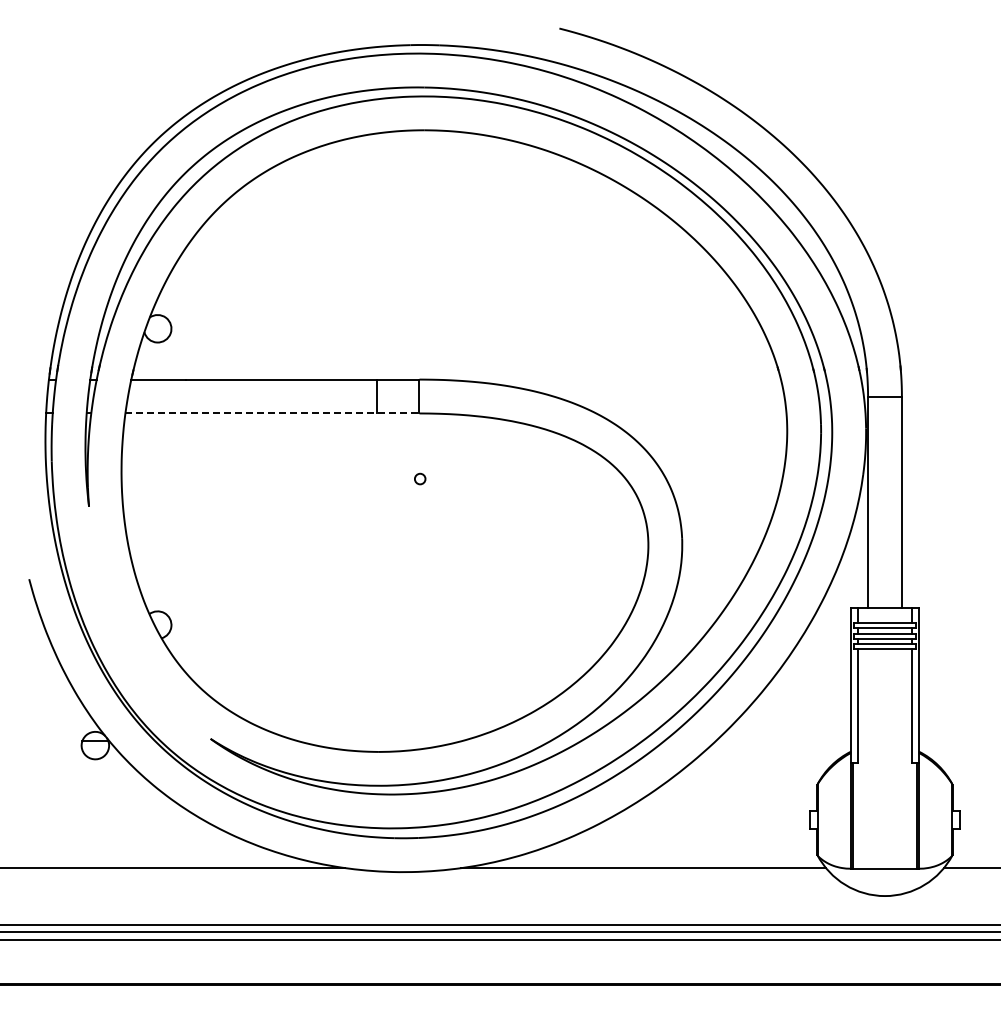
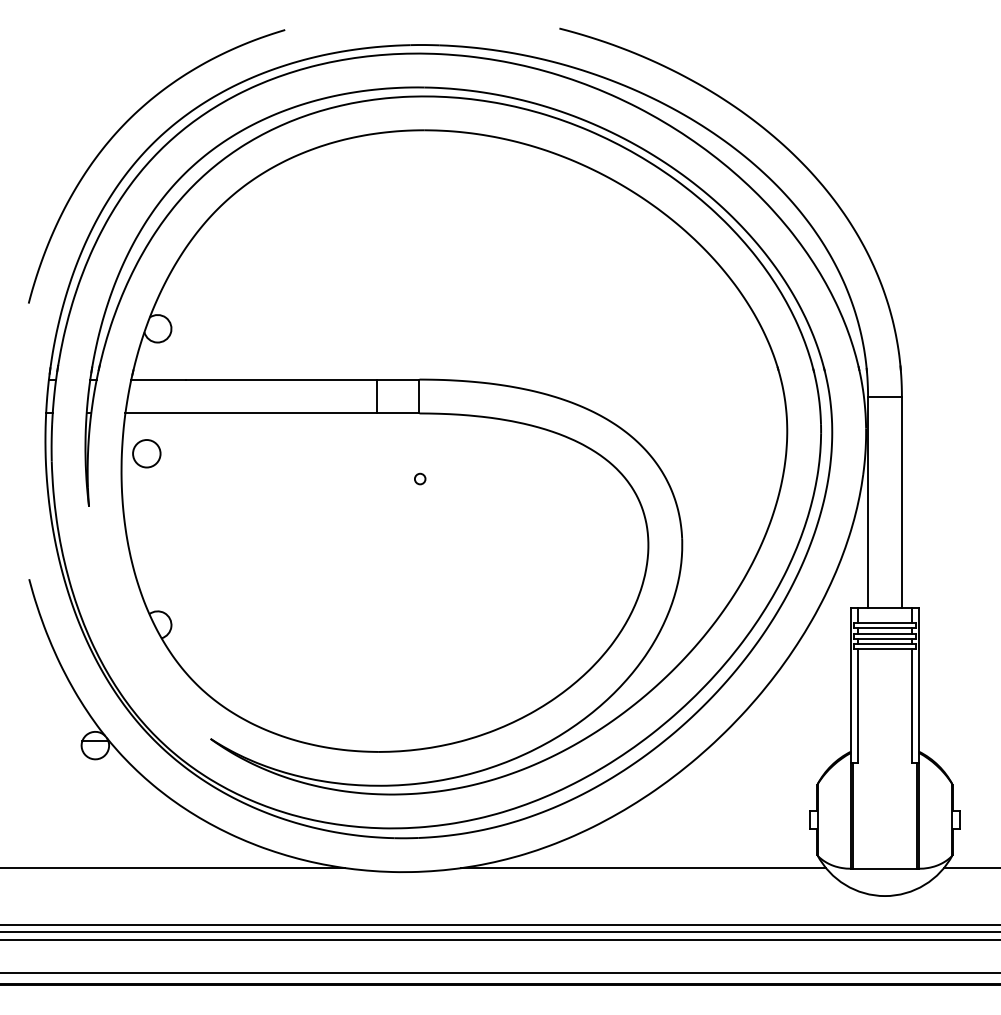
curve at (118, 132): none -> present
line at (272, 413): dashed -> solid
circle at (146, 453): none -> present
line at (499, 972): none -> present
